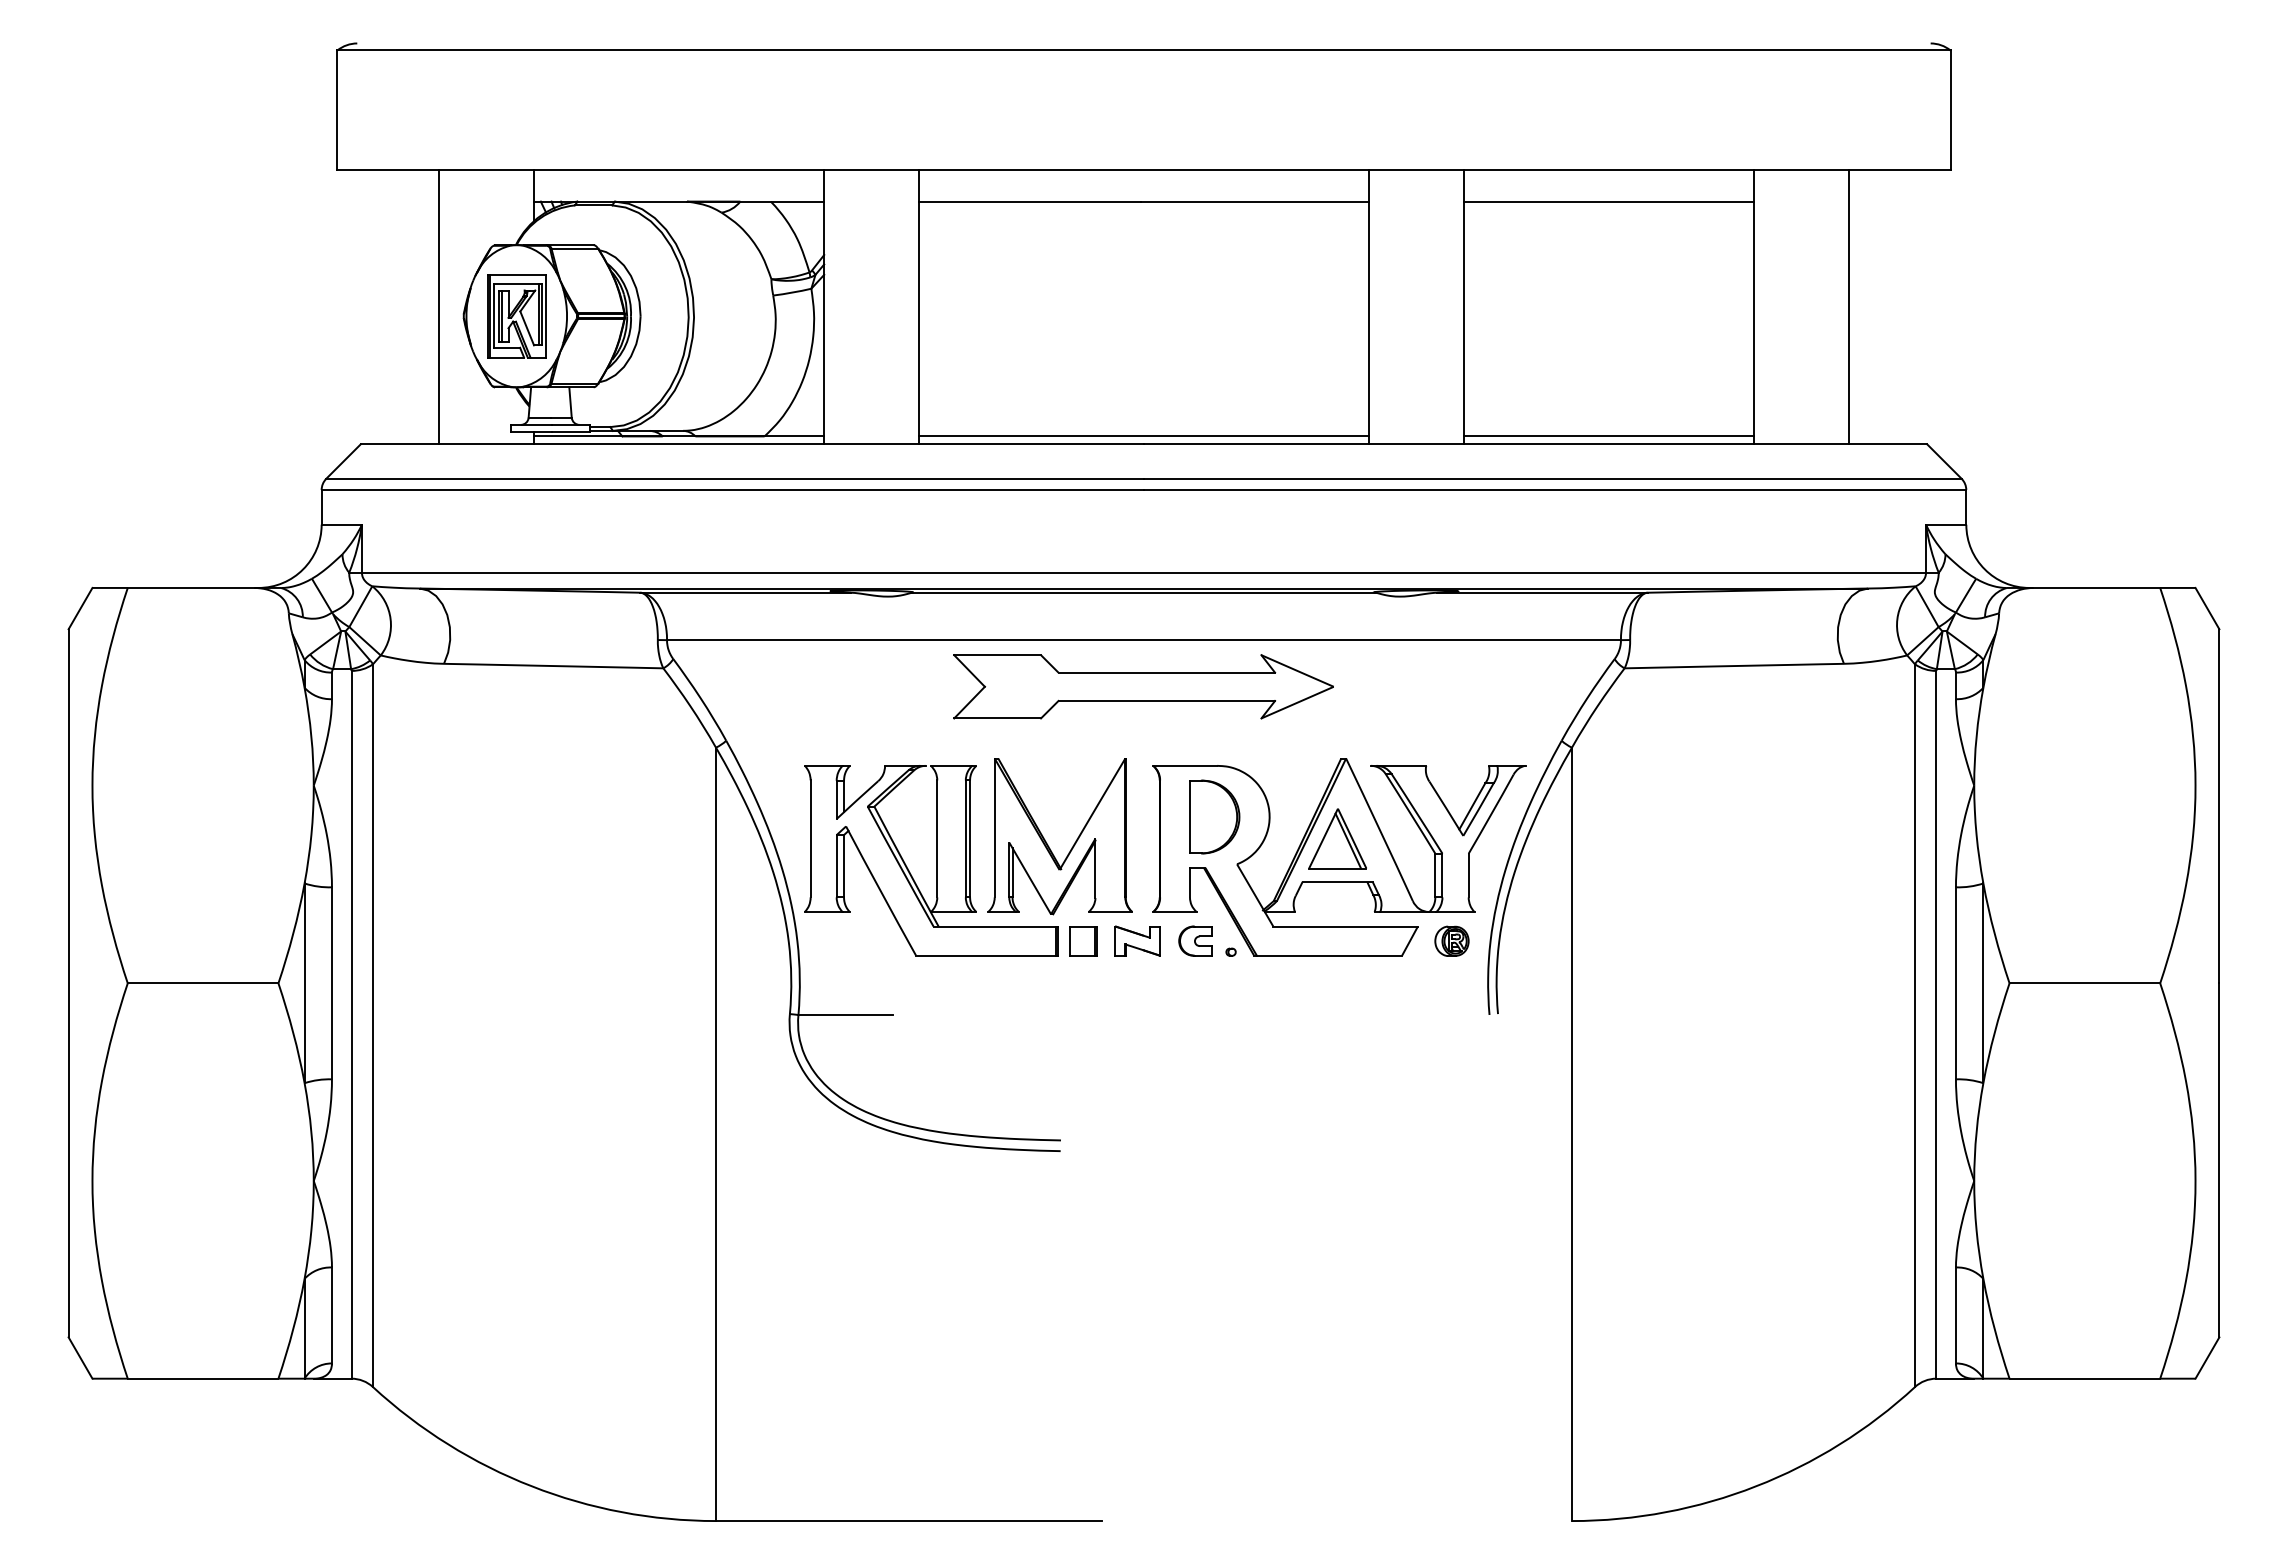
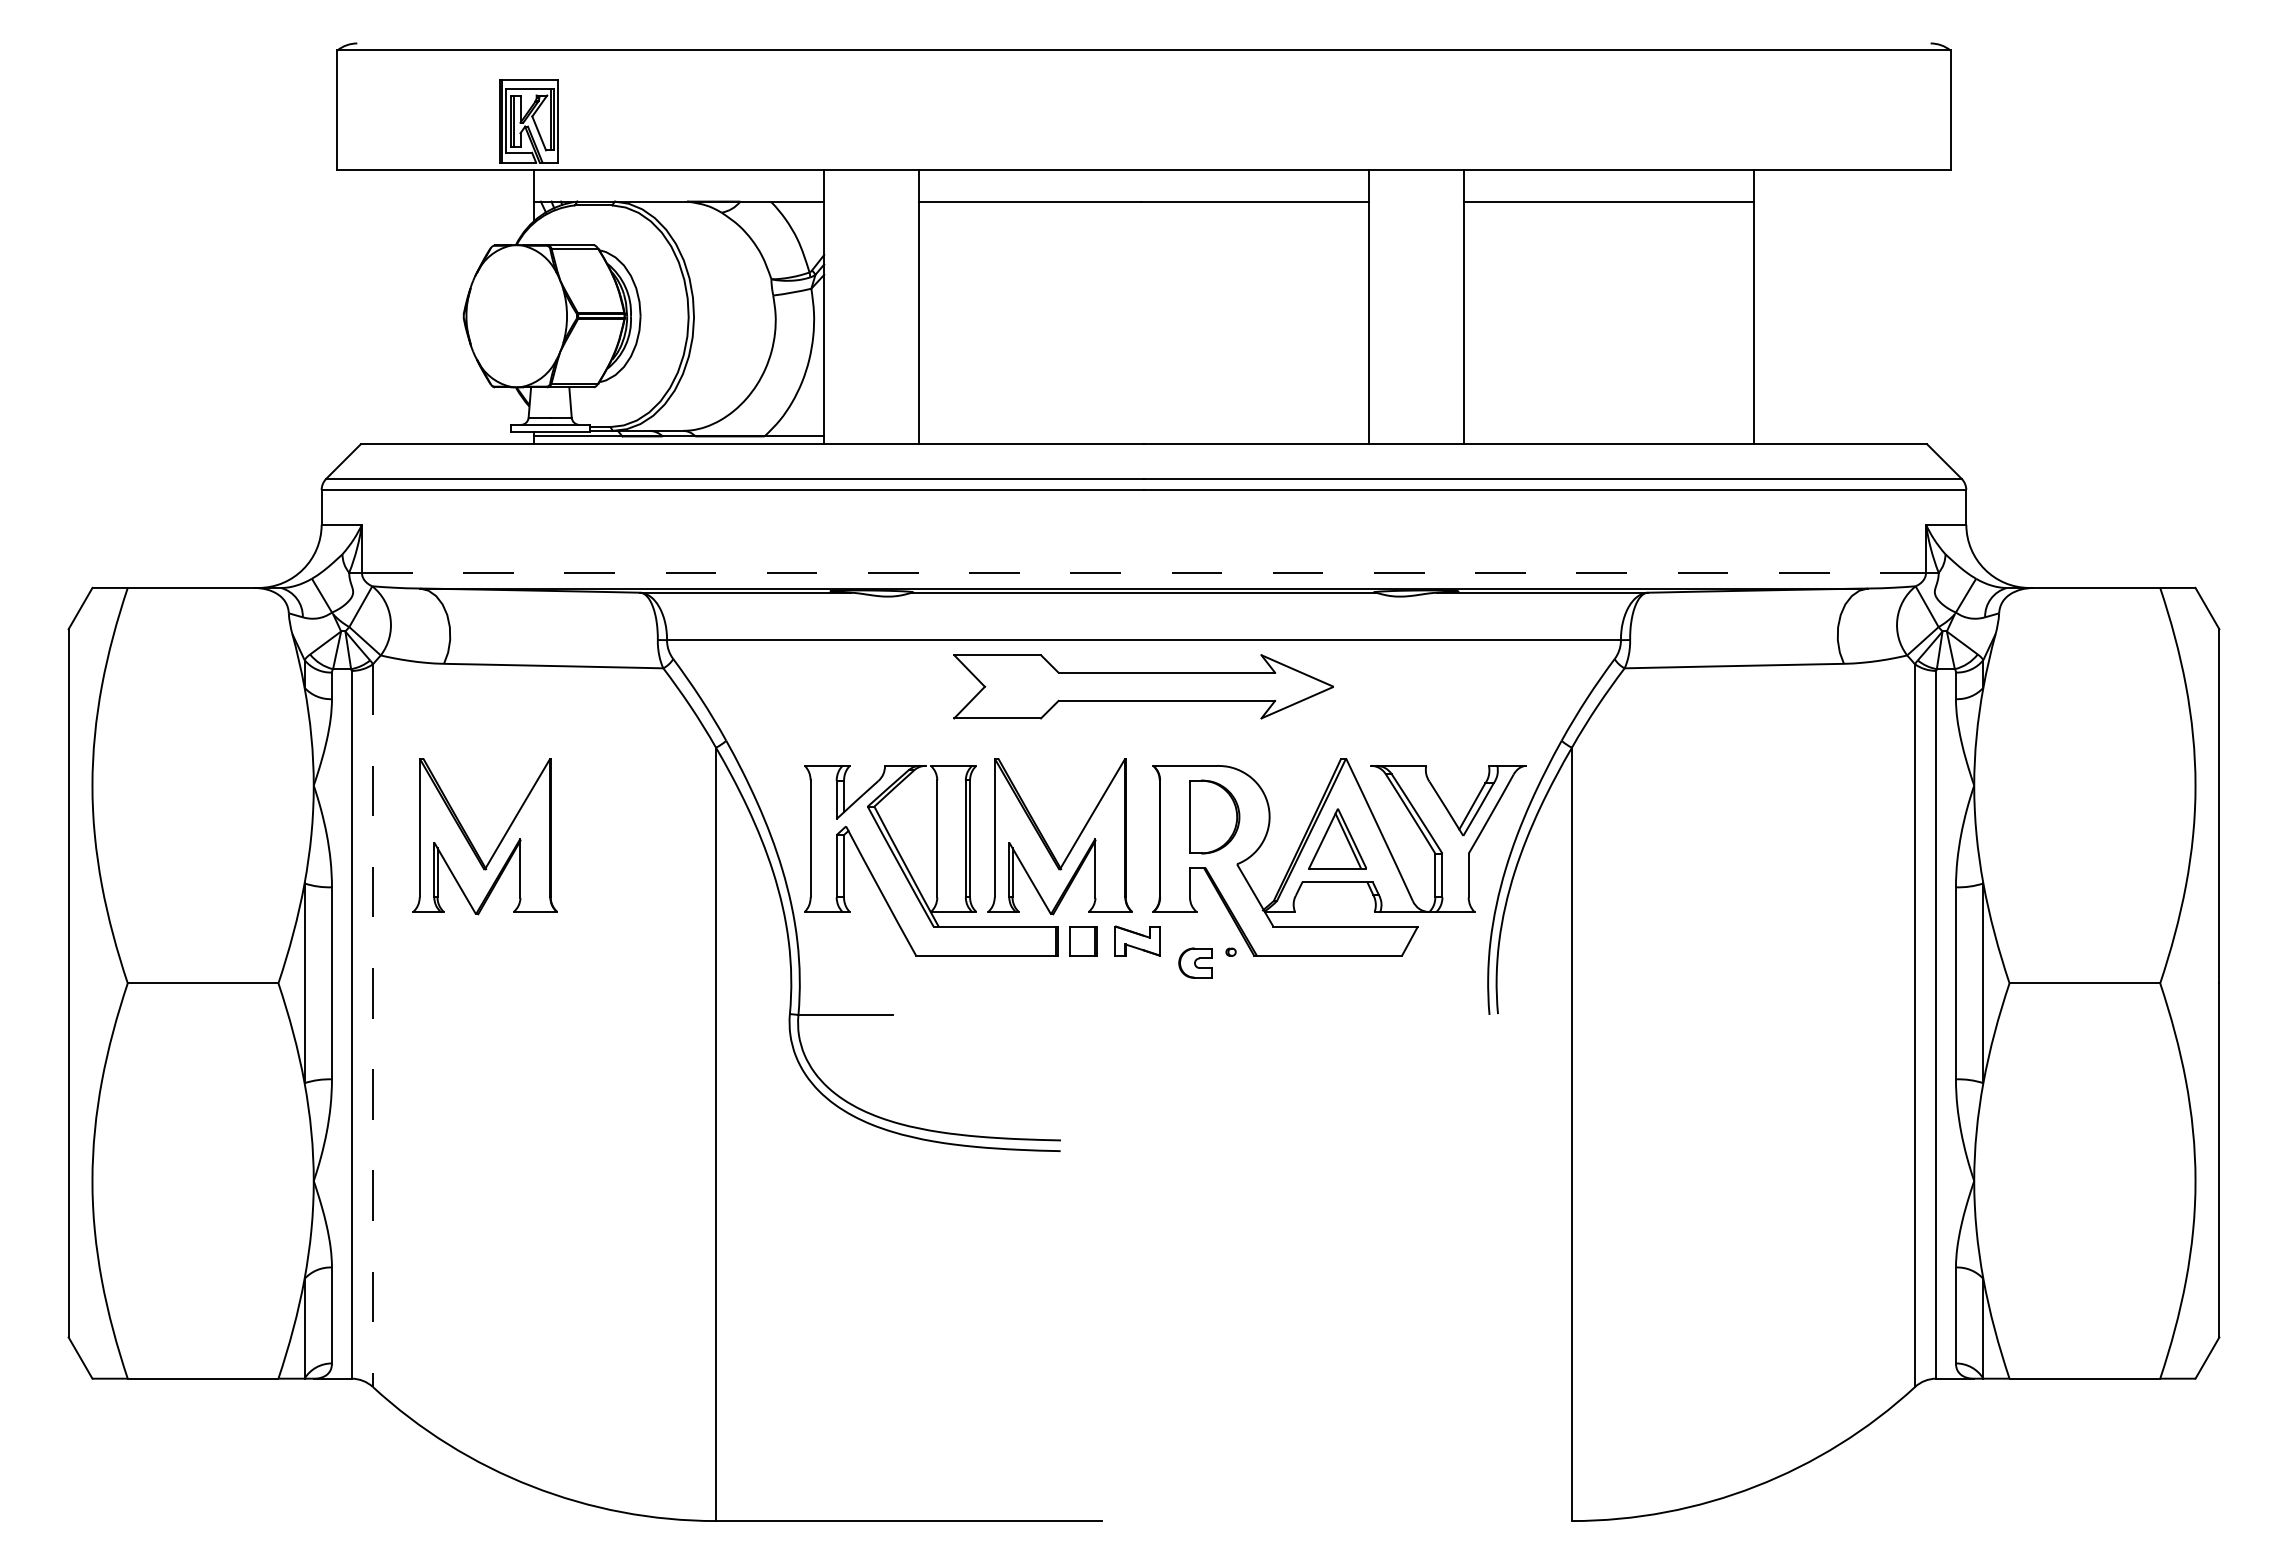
line at (439, 306): present -> none
line at (1848, 306): present -> none
part at (516, 316) position: (516, 316) -> (528, 121)
line at (1143, 436): present -> none
line at (1608, 436): present -> none
line at (1144, 572): solid -> dashed
part at (473, 844): none -> present
part at (1195, 940) position: (1195, 940) -> (1195, 962)
part at (1451, 940): present -> none
line at (372, 1026): solid -> dashed
